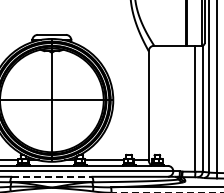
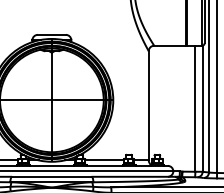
line at (51, 176): dashed -> solid
line at (167, 192): dashed -> solid
